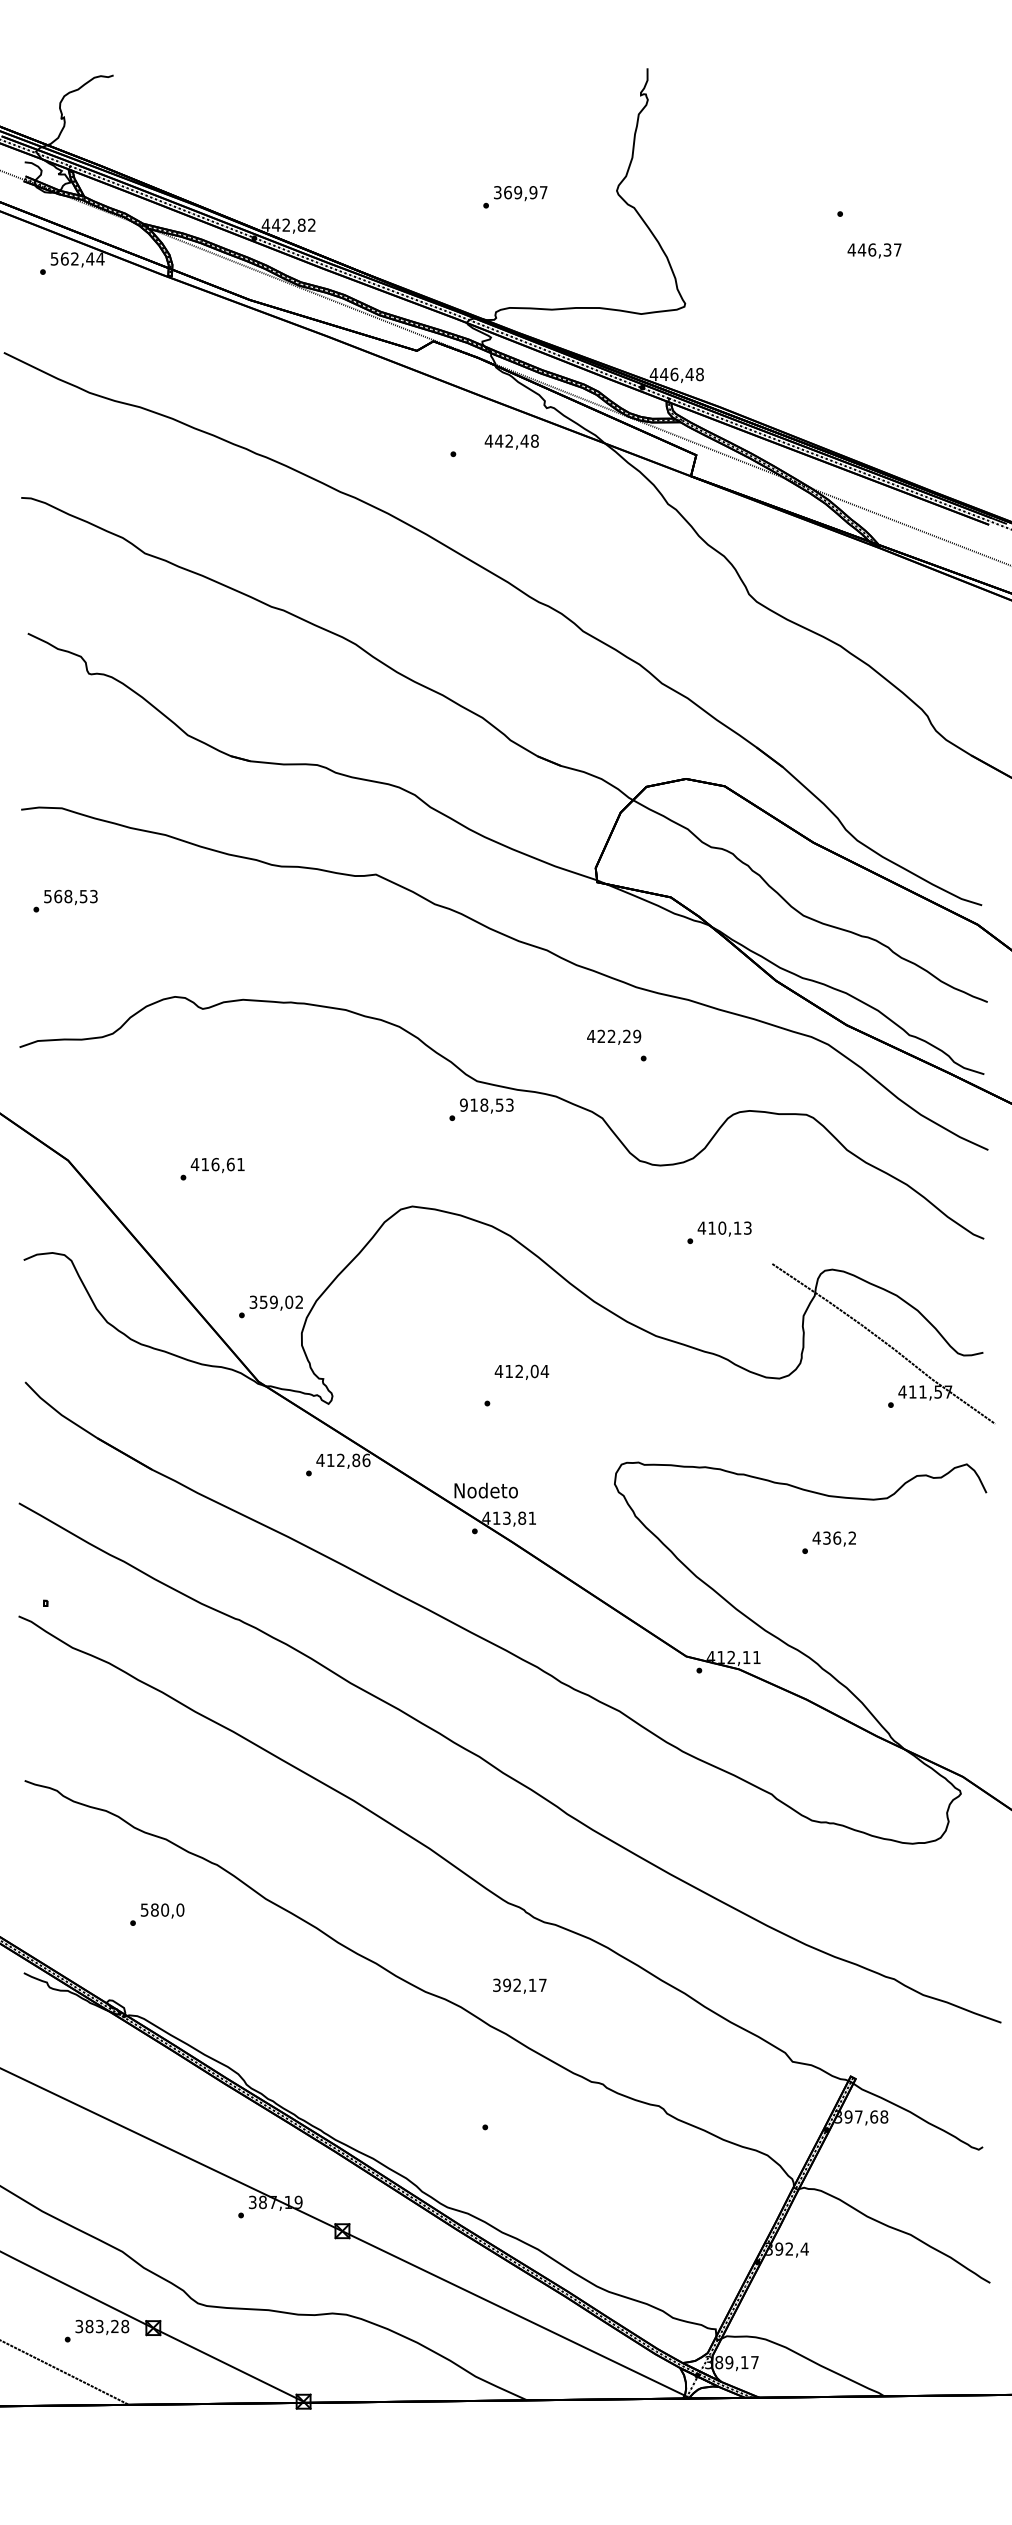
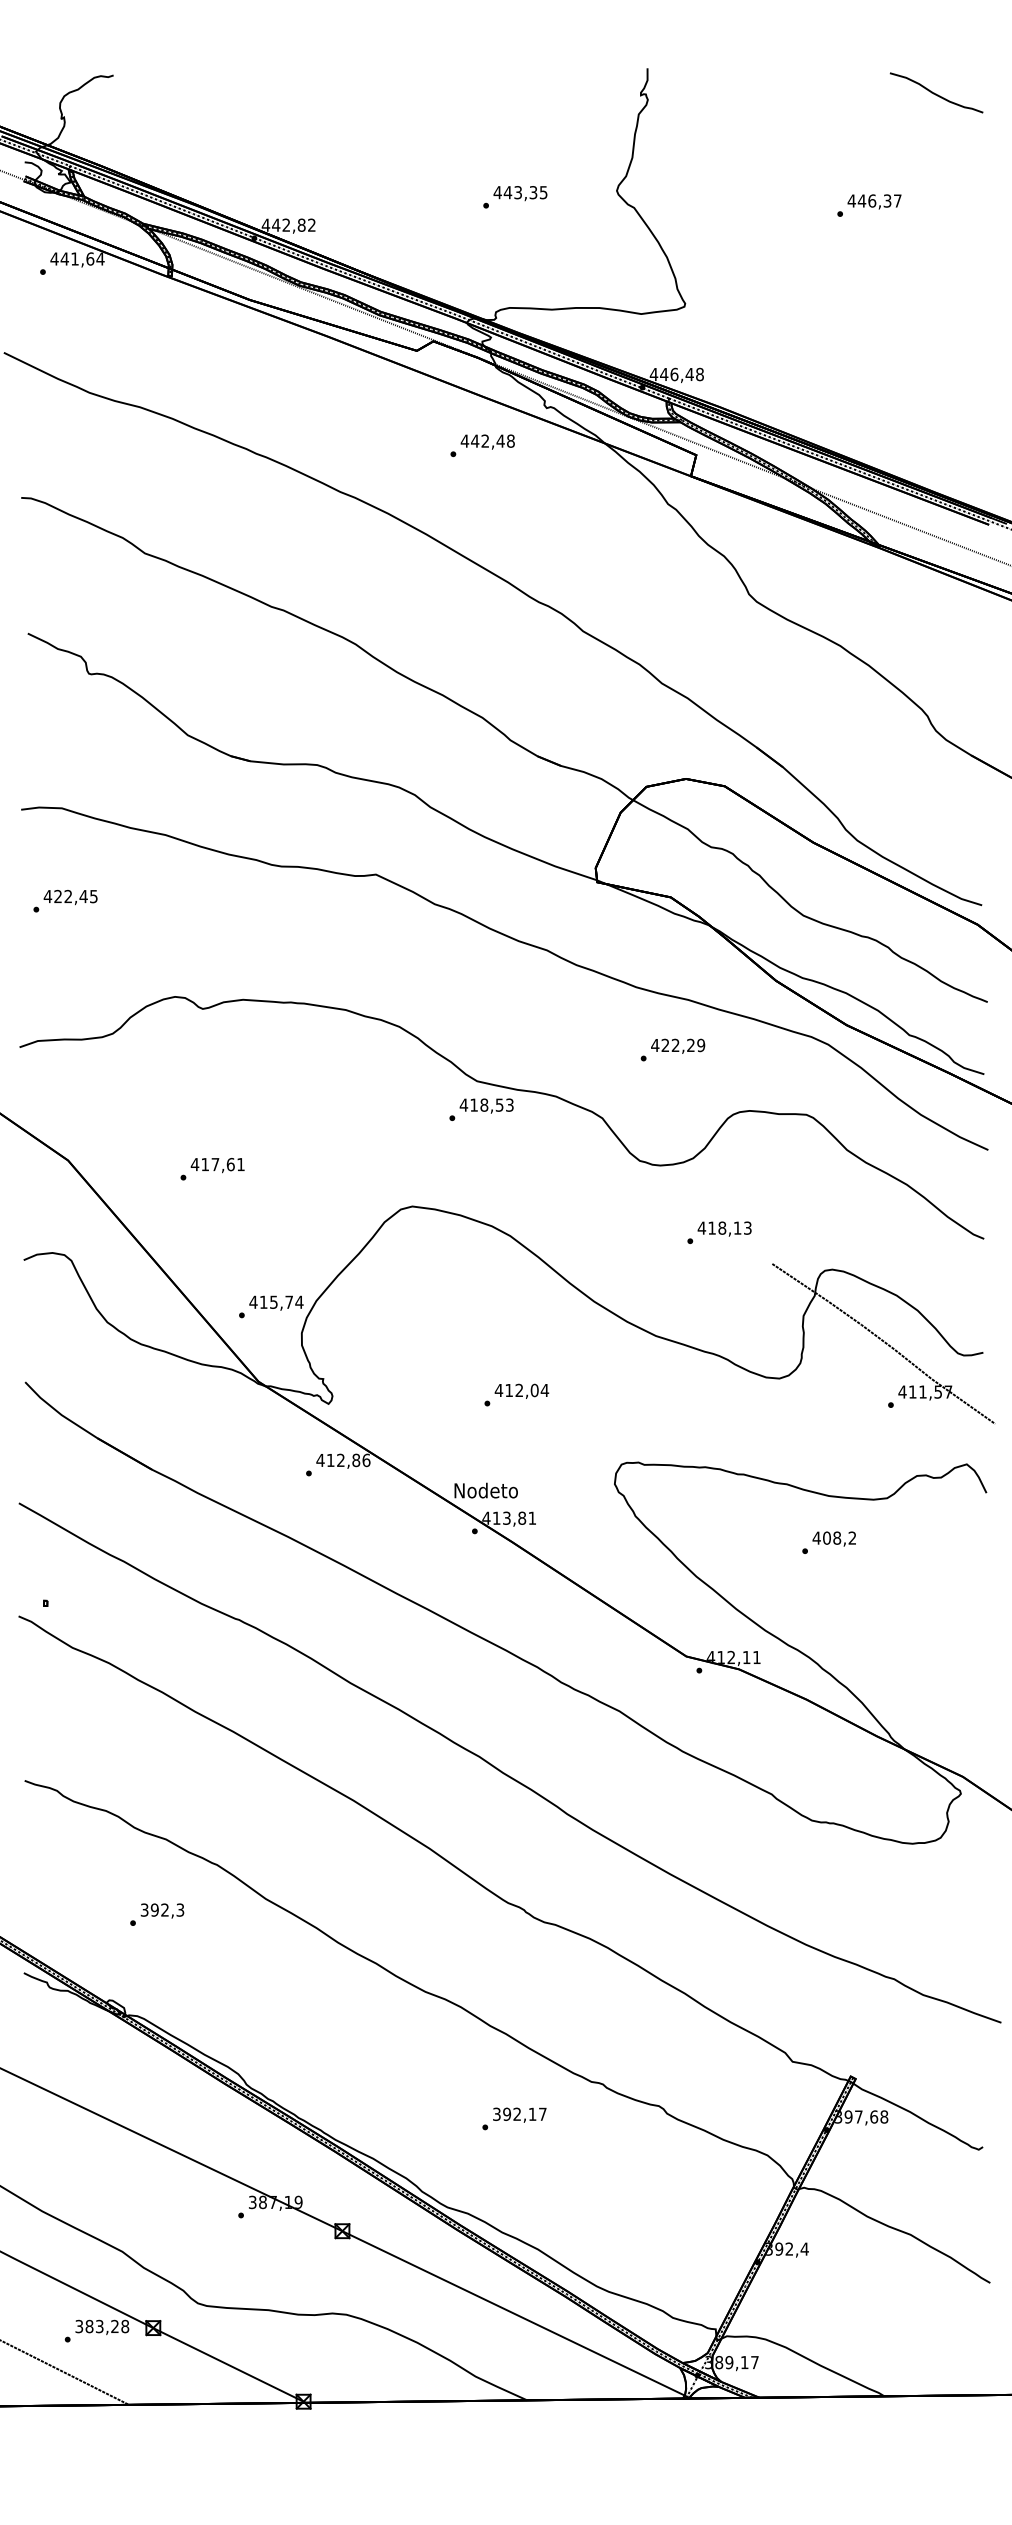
curve at (936, 93): none -> present
text at (520, 192): 369,97 -> 443,35
text at (874, 250) position: (874, 250) -> (874, 201)
text at (72, 258): 562,44 -> 441,64
text at (511, 441) position: (511, 441) -> (487, 441)
text at (70, 896): 568,53 -> 422,45
text at (614, 1036) position: (614, 1036) -> (678, 1045)
text at (463, 1104): 918,53 -> 418,53
text at (215, 1164): 416,61 -> 417,61
text at (722, 1227): 410,13 -> 418,13
text at (276, 1301): 359,02 -> 415,74
text at (521, 1371) position: (521, 1371) -> (521, 1390)
text at (832, 1537): 436,2 -> 408,2
text at (162, 1909): 580,0 -> 392,3
text at (519, 1985) position: (519, 1985) -> (519, 2114)
